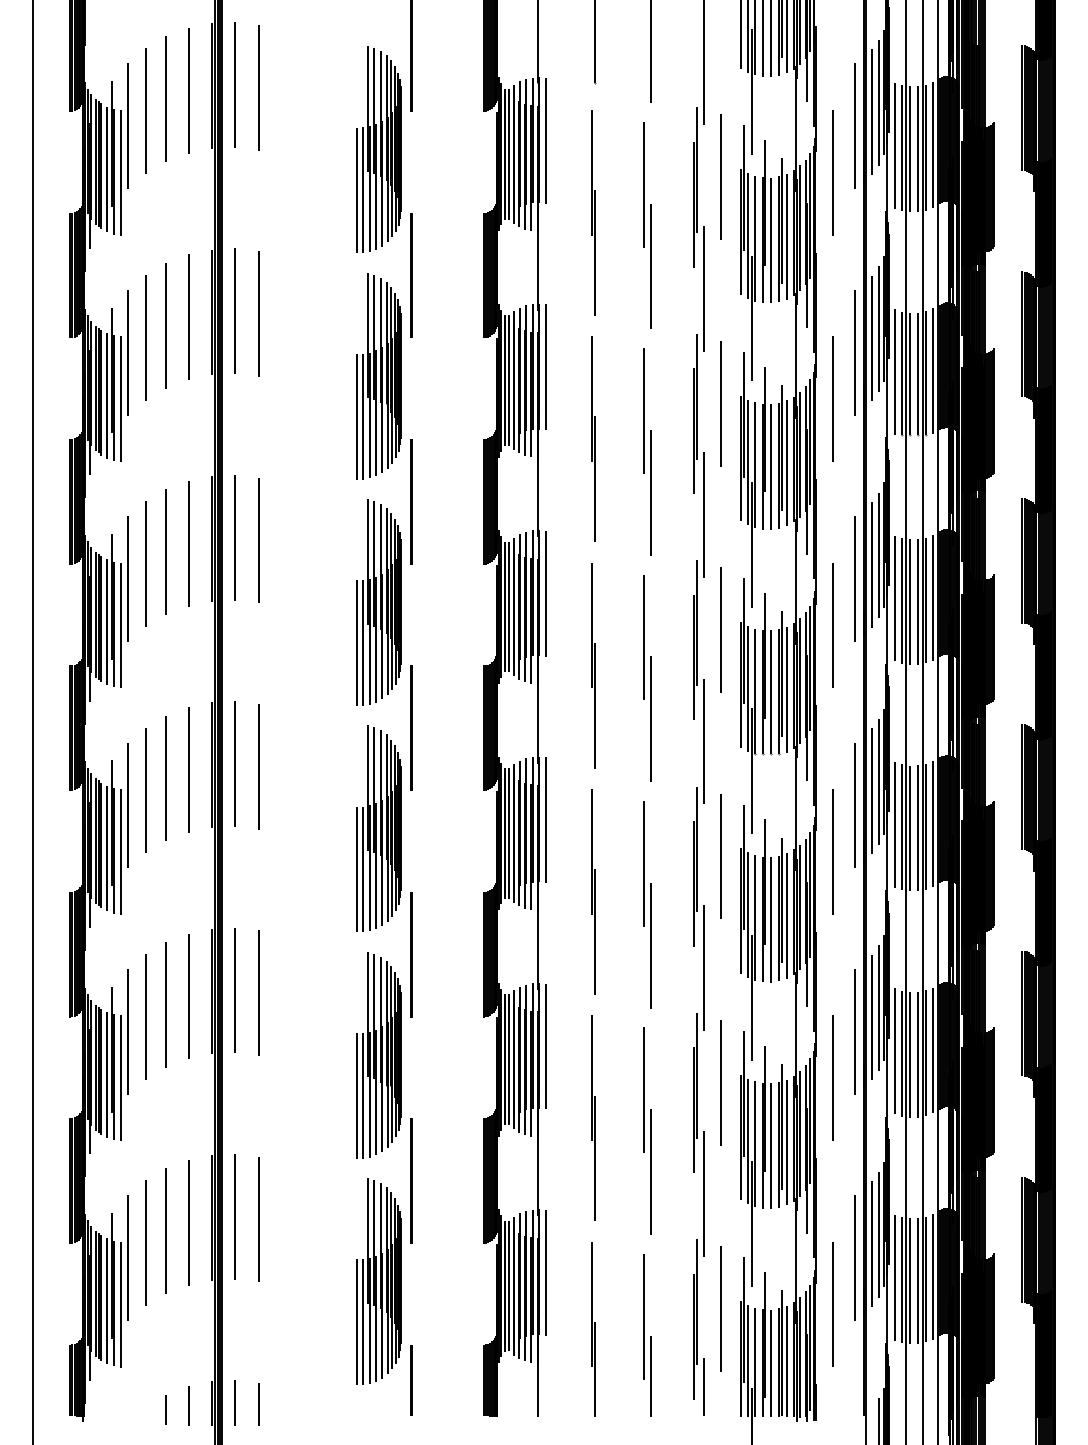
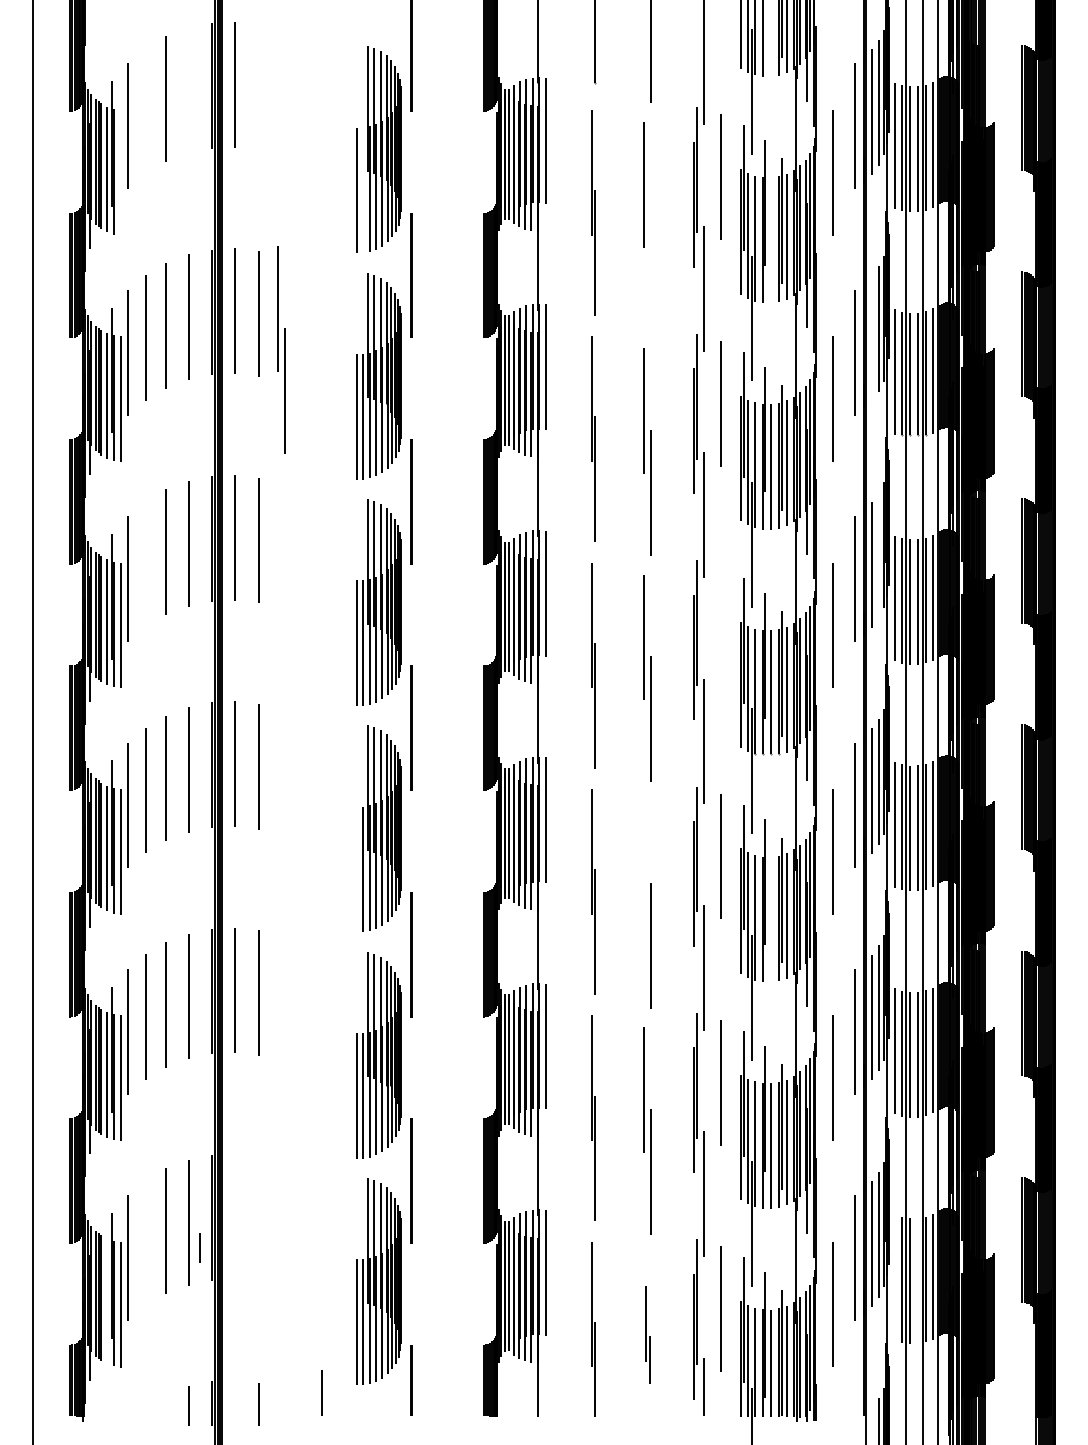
line at (771, 39): present -> none
line at (258, 87): present -> none
line at (188, 90): present -> none
line at (145, 110): present -> none
line at (120, 172): present -> none
line at (363, 190): present -> none
line at (771, 240): present -> none
line at (650, 266): present -> none
line at (872, 338): present -> none
part at (281, 349): none -> present
line at (878, 555): present -> none
line at (145, 563): present -> none
line at (721, 629): present -> none
line at (644, 863): present -> none
line at (356, 869): present -> none
line at (771, 919): present -> none
line at (235, 1216): present -> none
line at (259, 1219): present -> none
line at (146, 1243): present -> none
line at (895, 1277): present -> none
line at (918, 1280): present -> none
line at (107, 1301): present -> none
part at (647, 1335) size: 9x163 px -> 6x98 px
line at (234, 1402) position: (234, 1402) -> (321, 1392)
line at (165, 1409) position: (165, 1409) -> (199, 1247)
